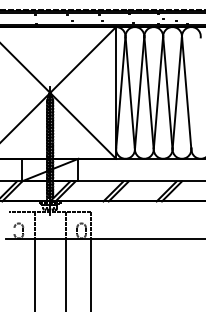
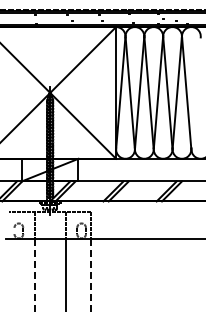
line at (34, 275): solid -> dashed
line at (91, 275): solid -> dashed
